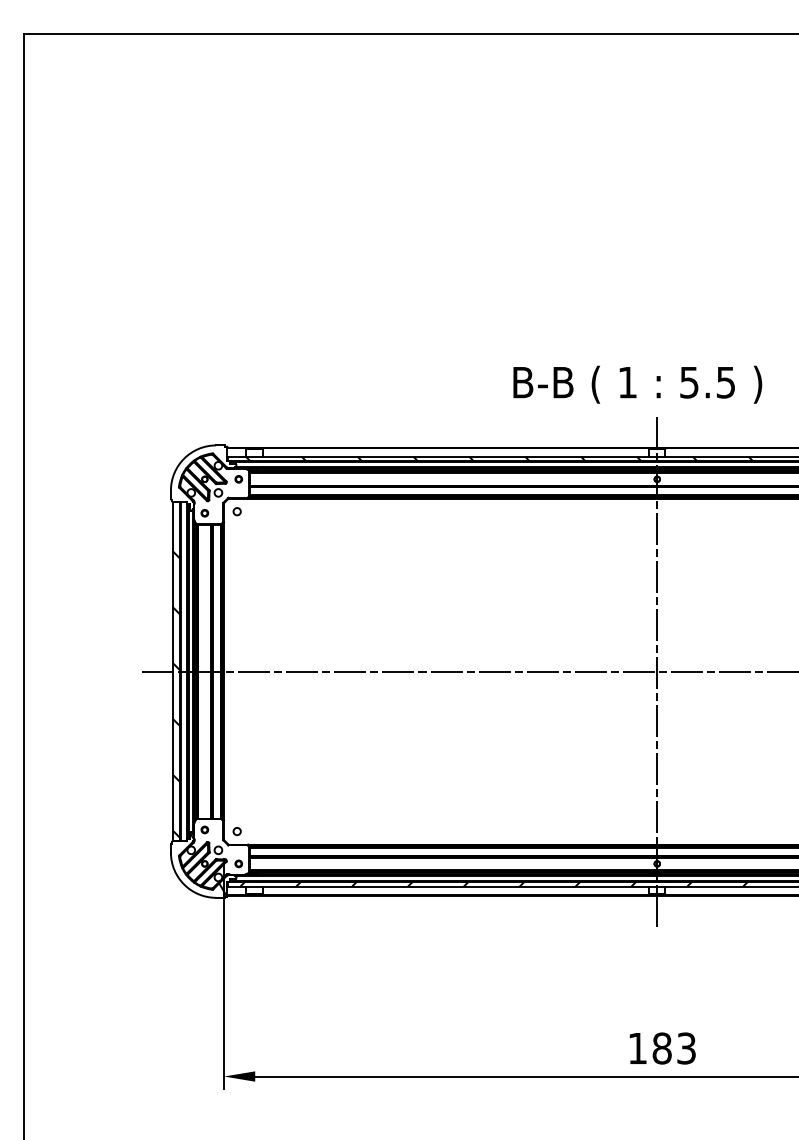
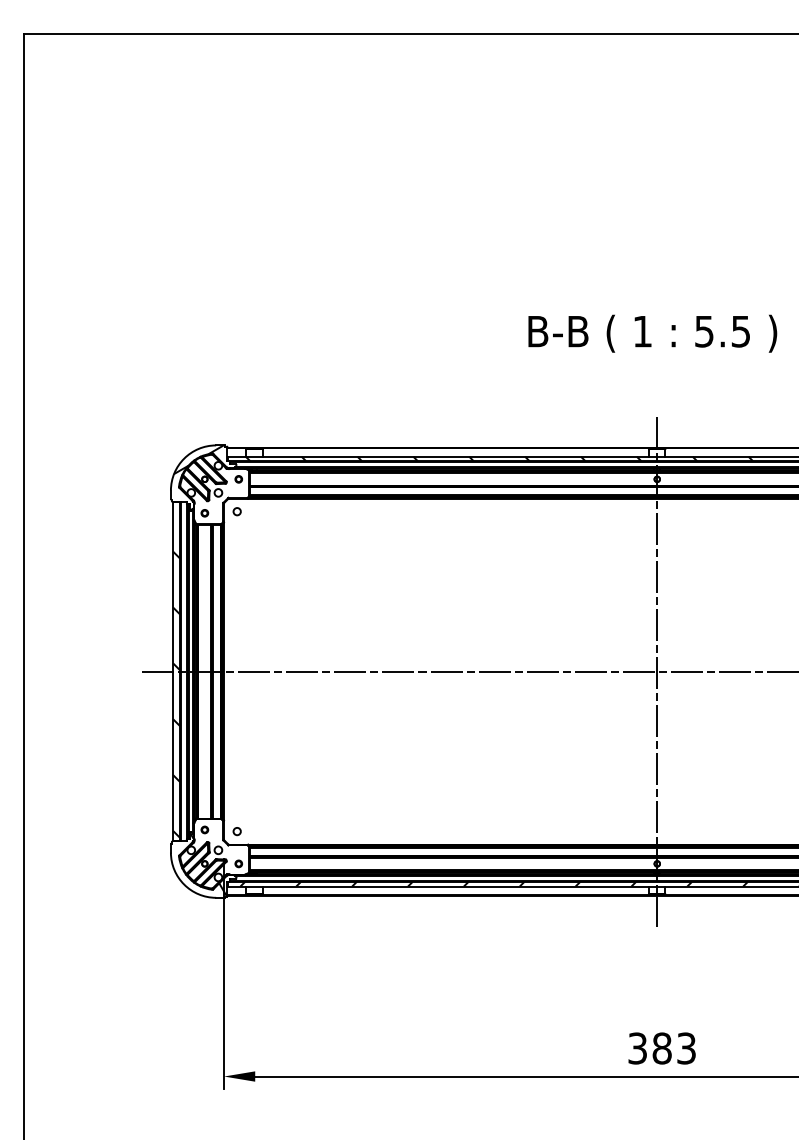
text at (637, 384) position: (637, 384) -> (652, 333)
hatch at (198, 477): none -> present
text at (637, 1048): 183 -> 383
